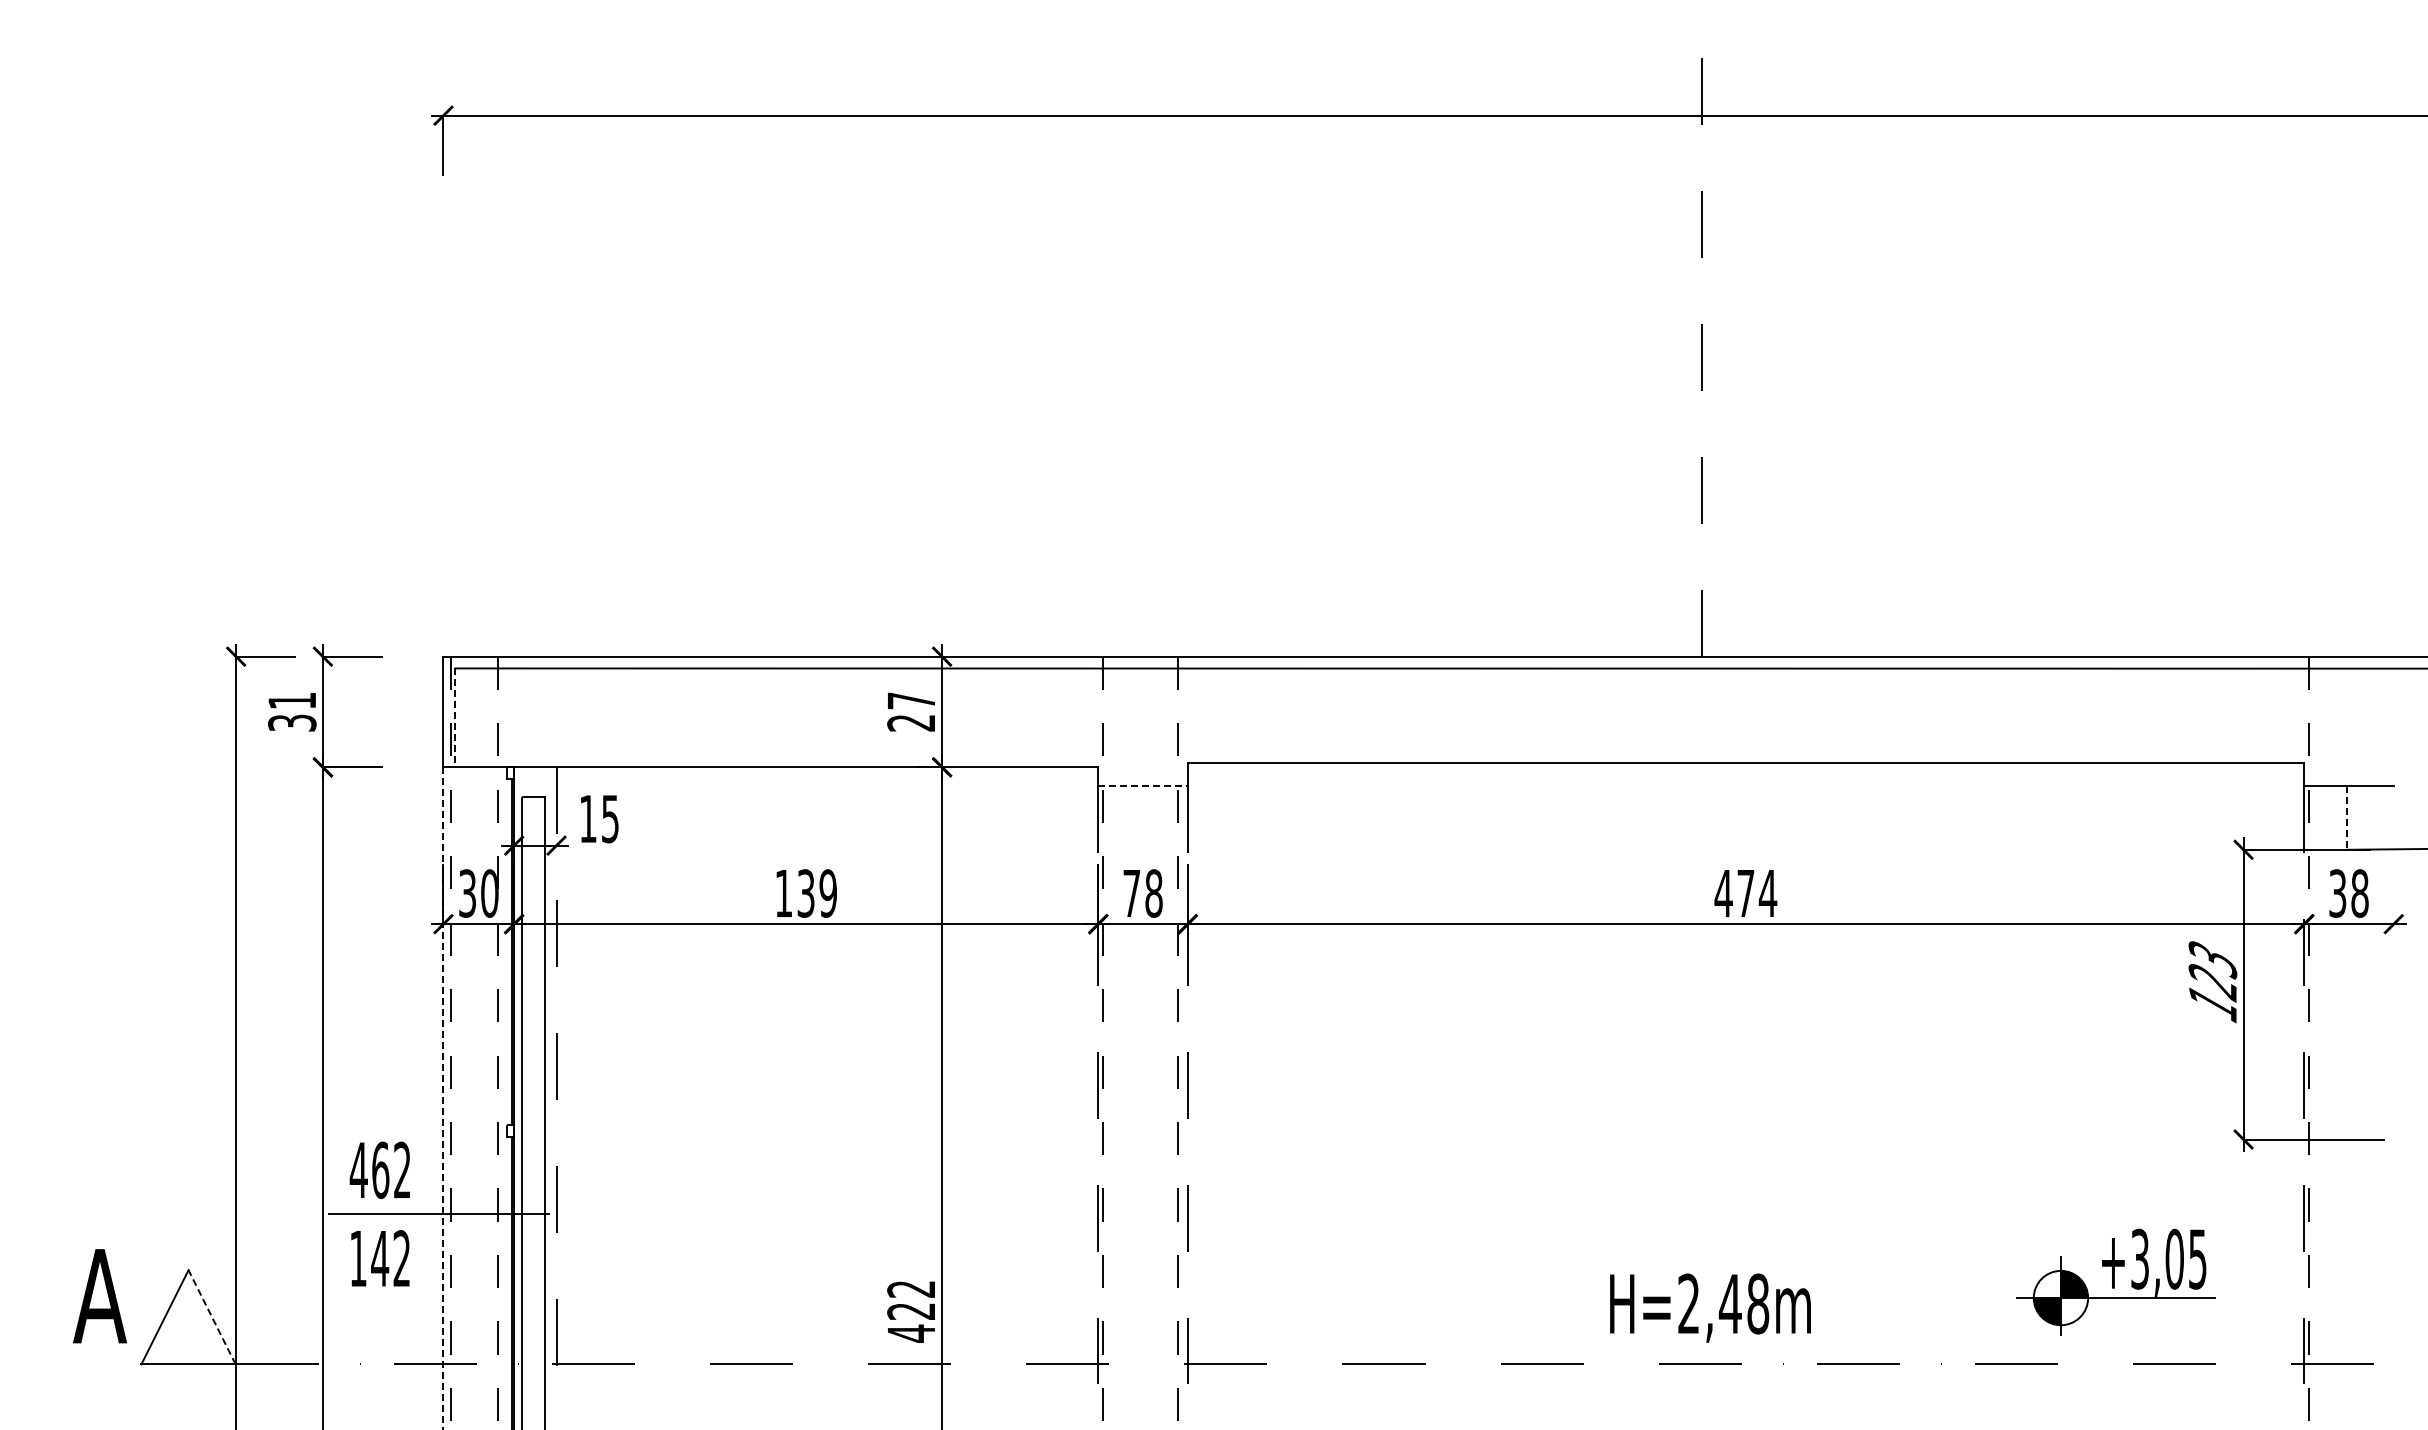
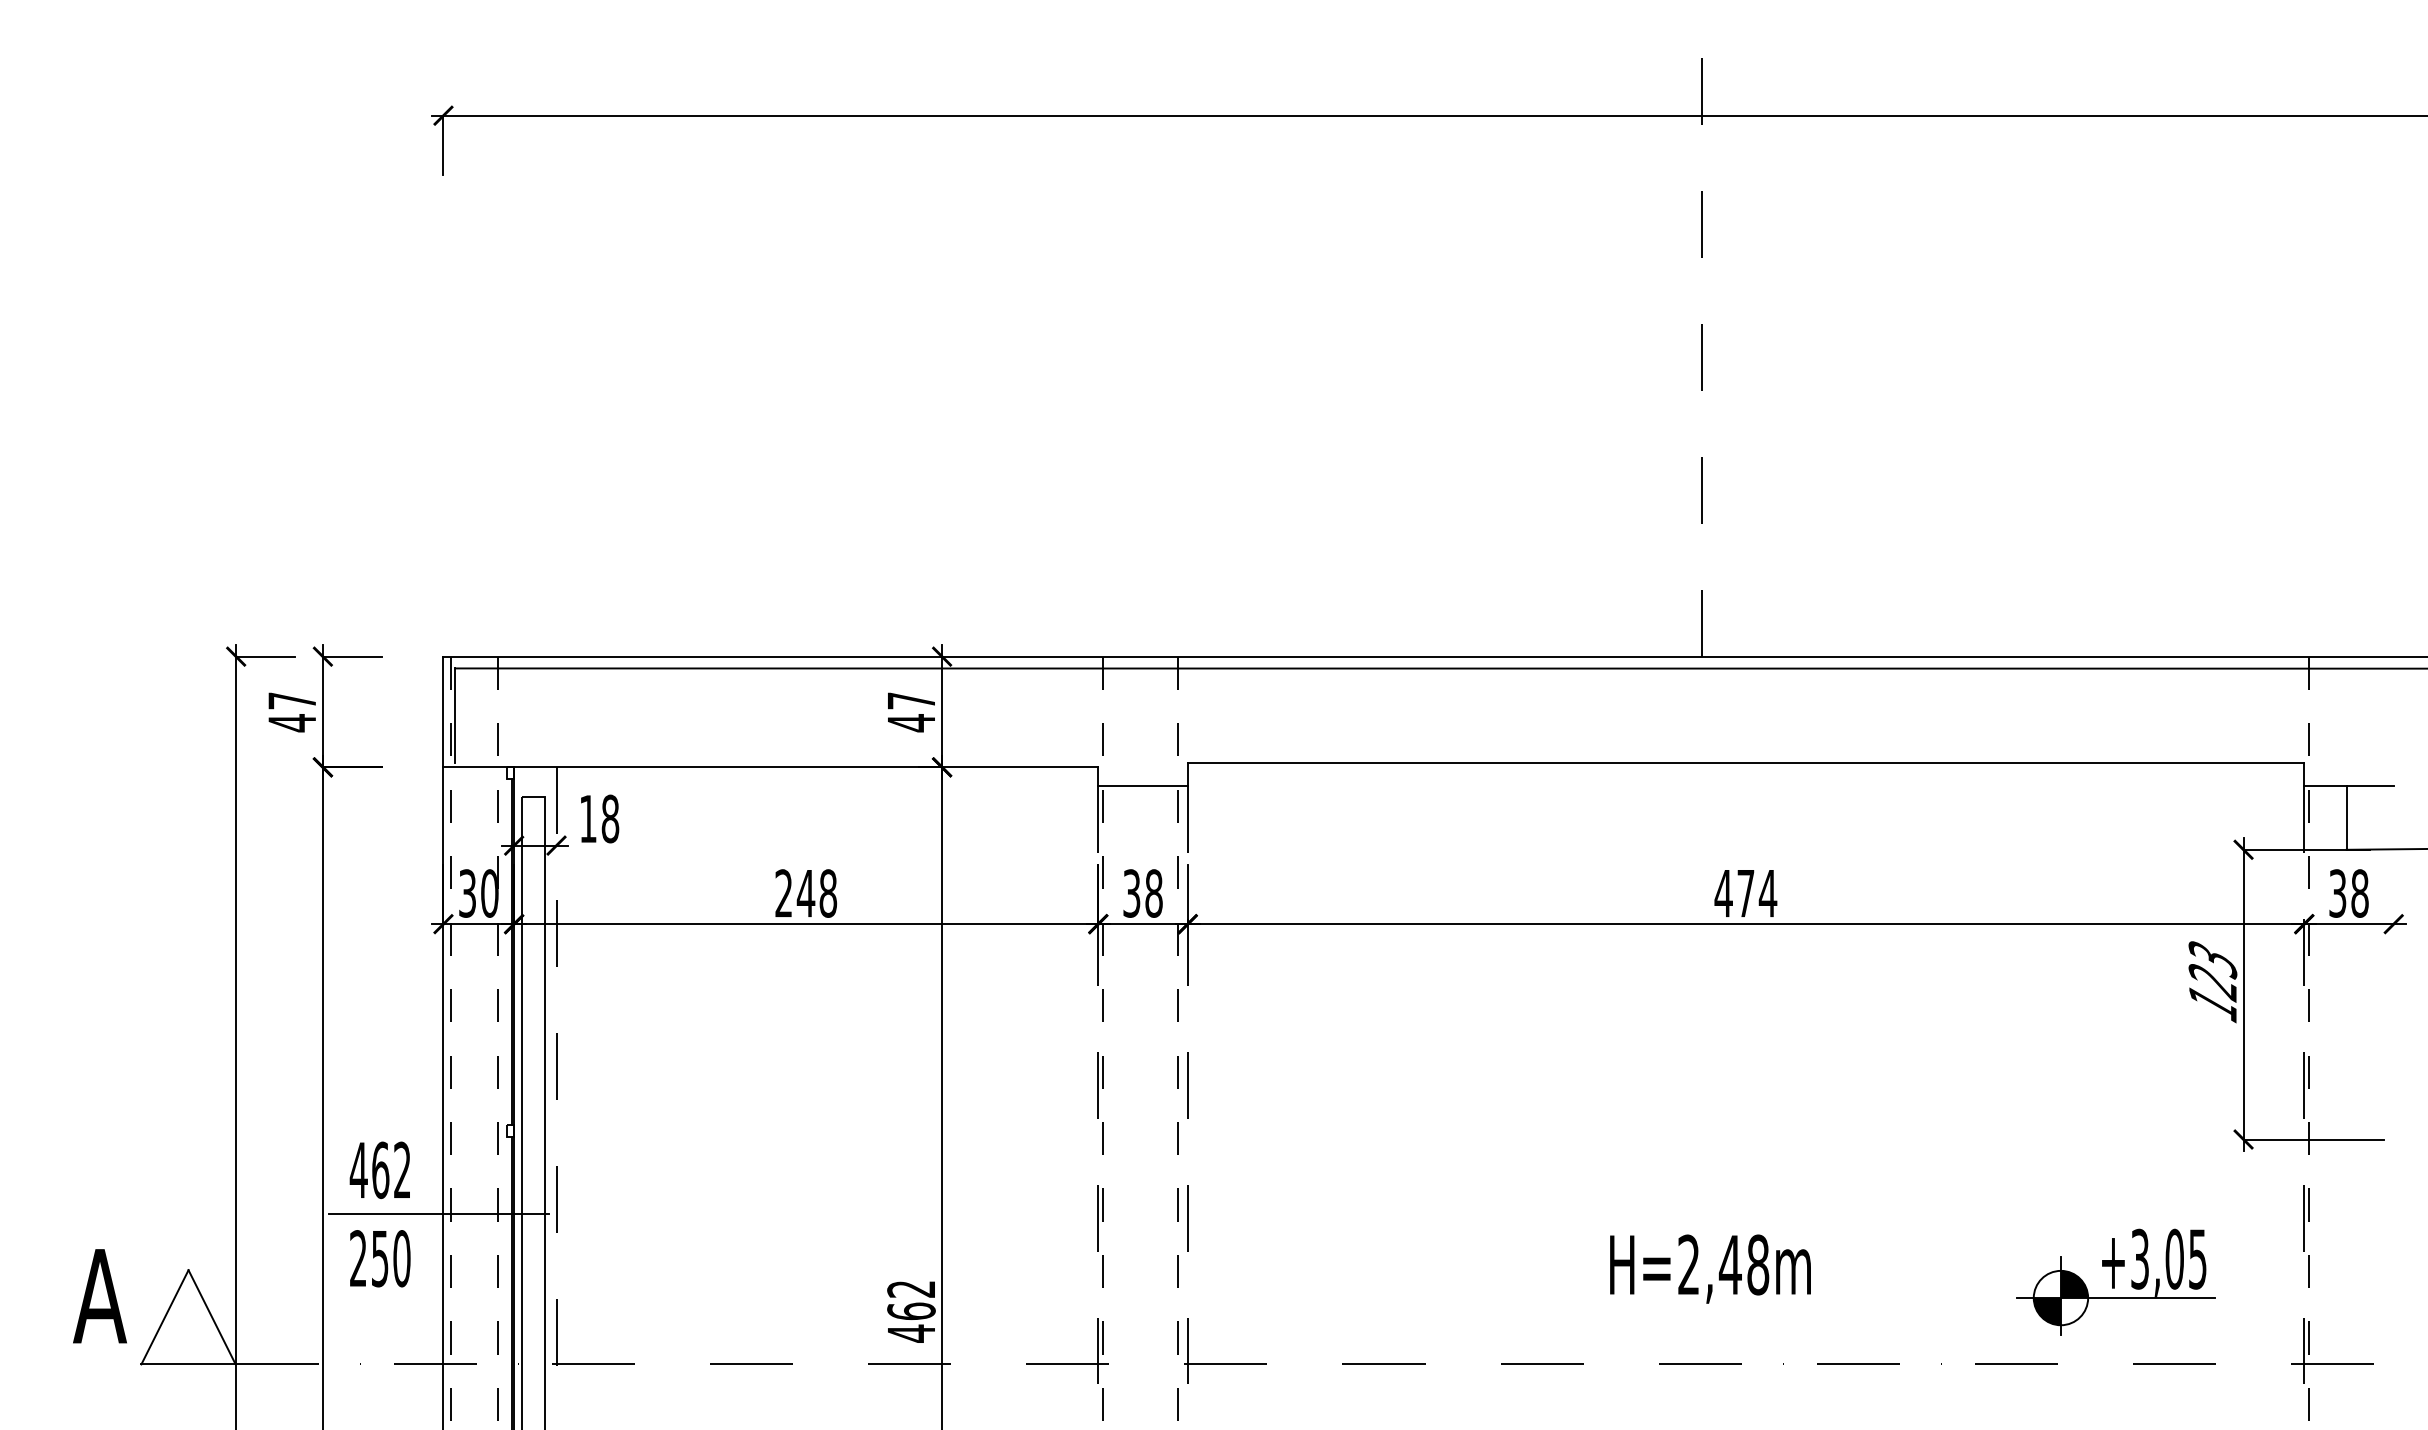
text at (292, 712): 31 -> 47
line at (455, 715): dashed -> solid
text at (910, 723): 27 -> 47
line at (1143, 786): dashed -> solid
text at (610, 818): 15 -> 18
line at (2346, 818): dashed -> solid
text at (806, 893): 139 -> 248
text at (1131, 893): 78 -> 38
line at (443, 1099): dashed -> solid
text at (380, 1258): 142 -> 250
text at (1710, 1307) position: (1710, 1307) -> (1710, 1268)
text at (911, 1311): 422 -> 462
line at (212, 1317): dashed -> solid
